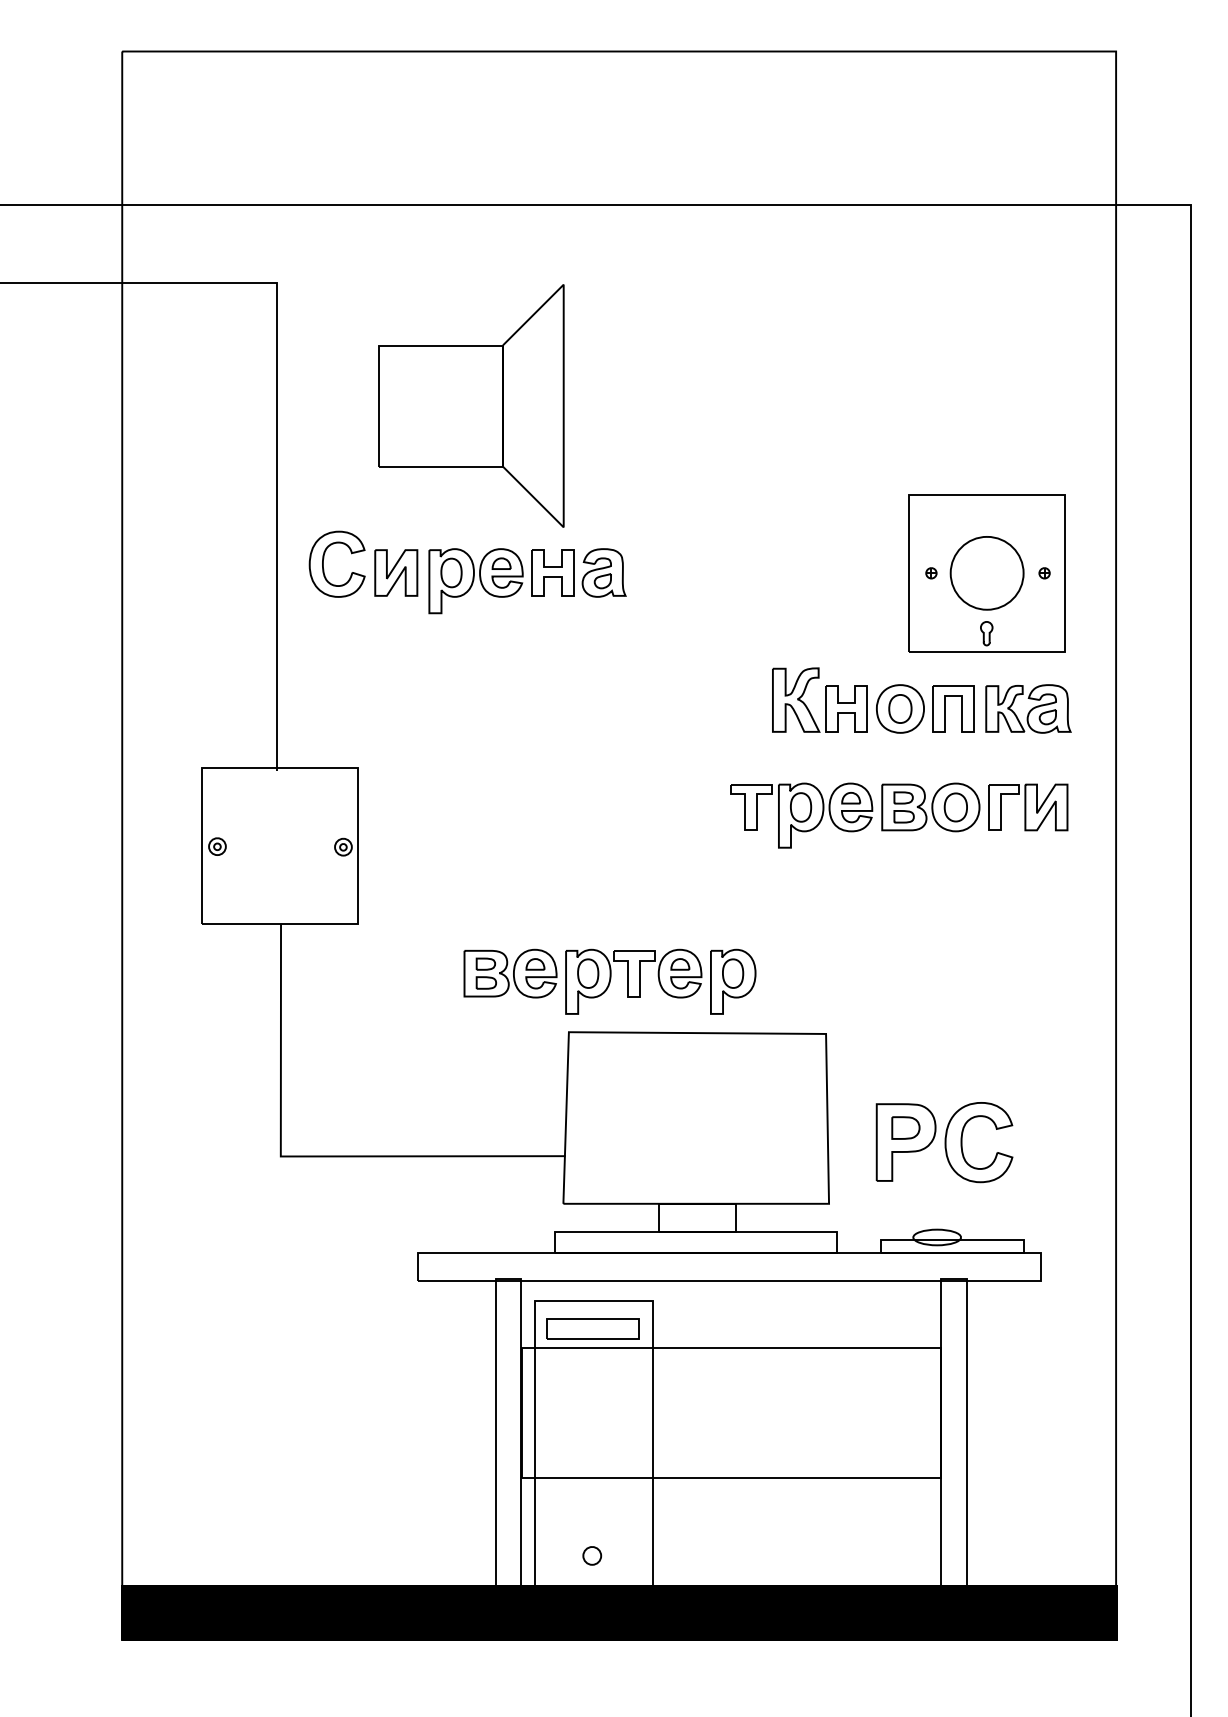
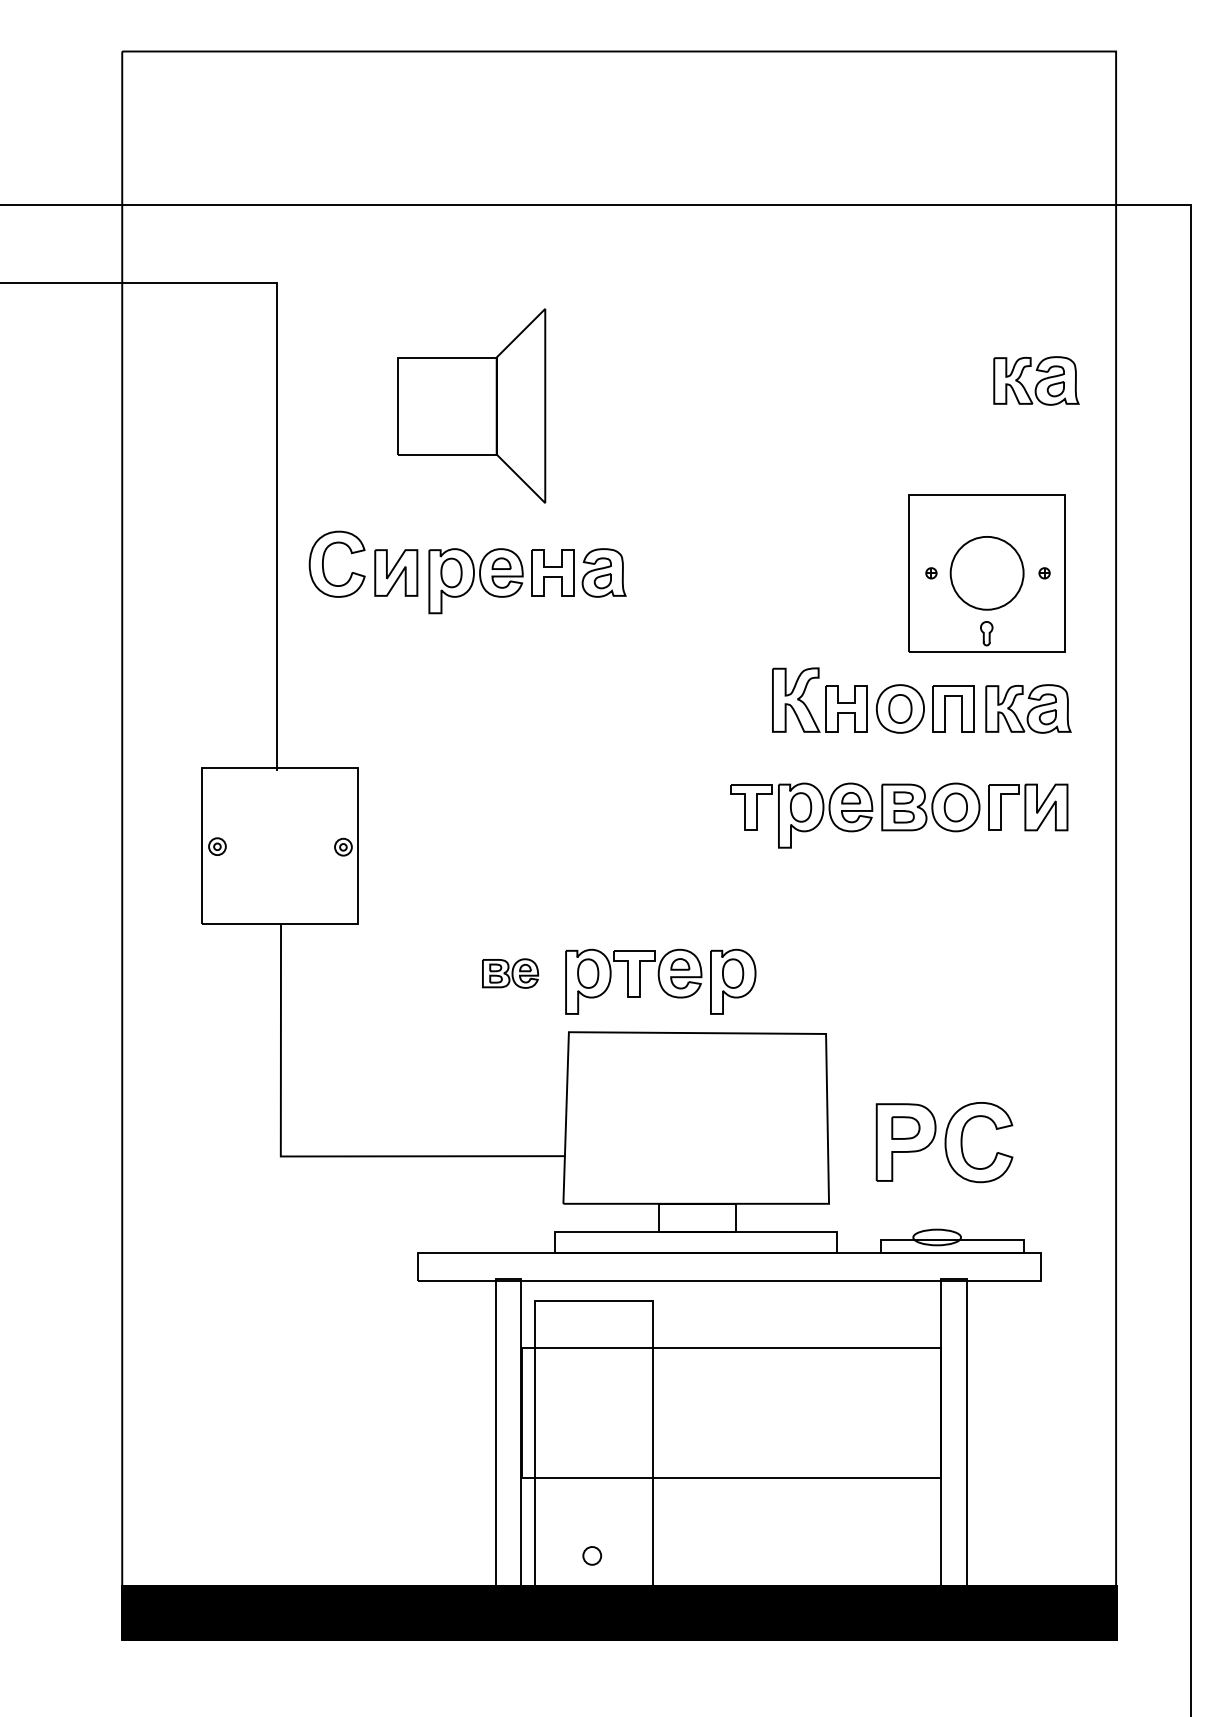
part at (1036, 380): none -> present
part at (471, 405) size: 187x244 px -> 150x196 px
part at (510, 973) size: 95x51 px -> 57x31 px
part at (592, 1328): present -> none
